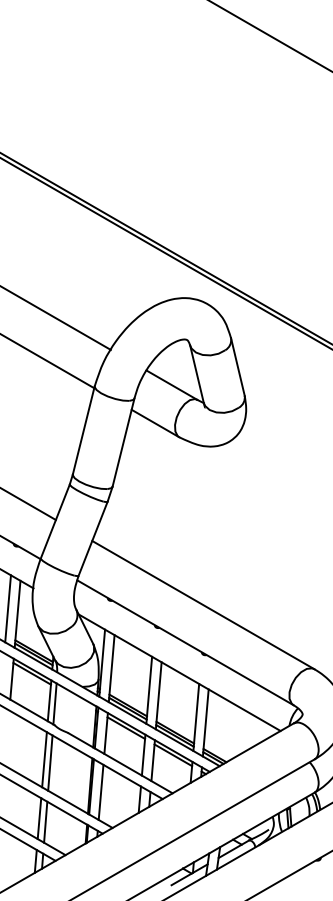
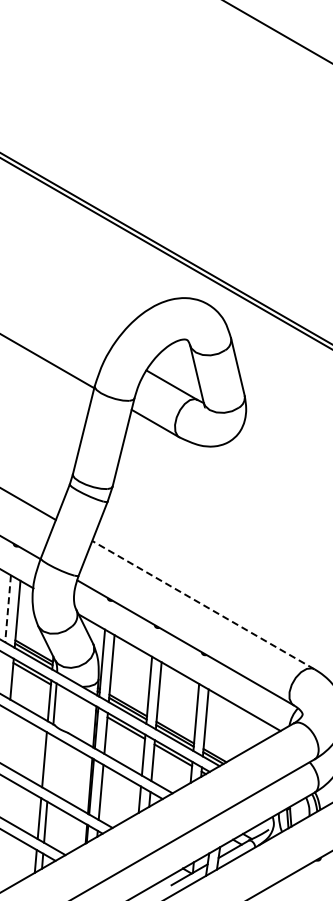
line at (270, 36) position: (270, 36) -> (277, 31)
line at (56, 318): present -> none
line at (202, 604): solid -> dashed
line at (8, 608): solid -> dashed
line at (50, 762): present -> none
